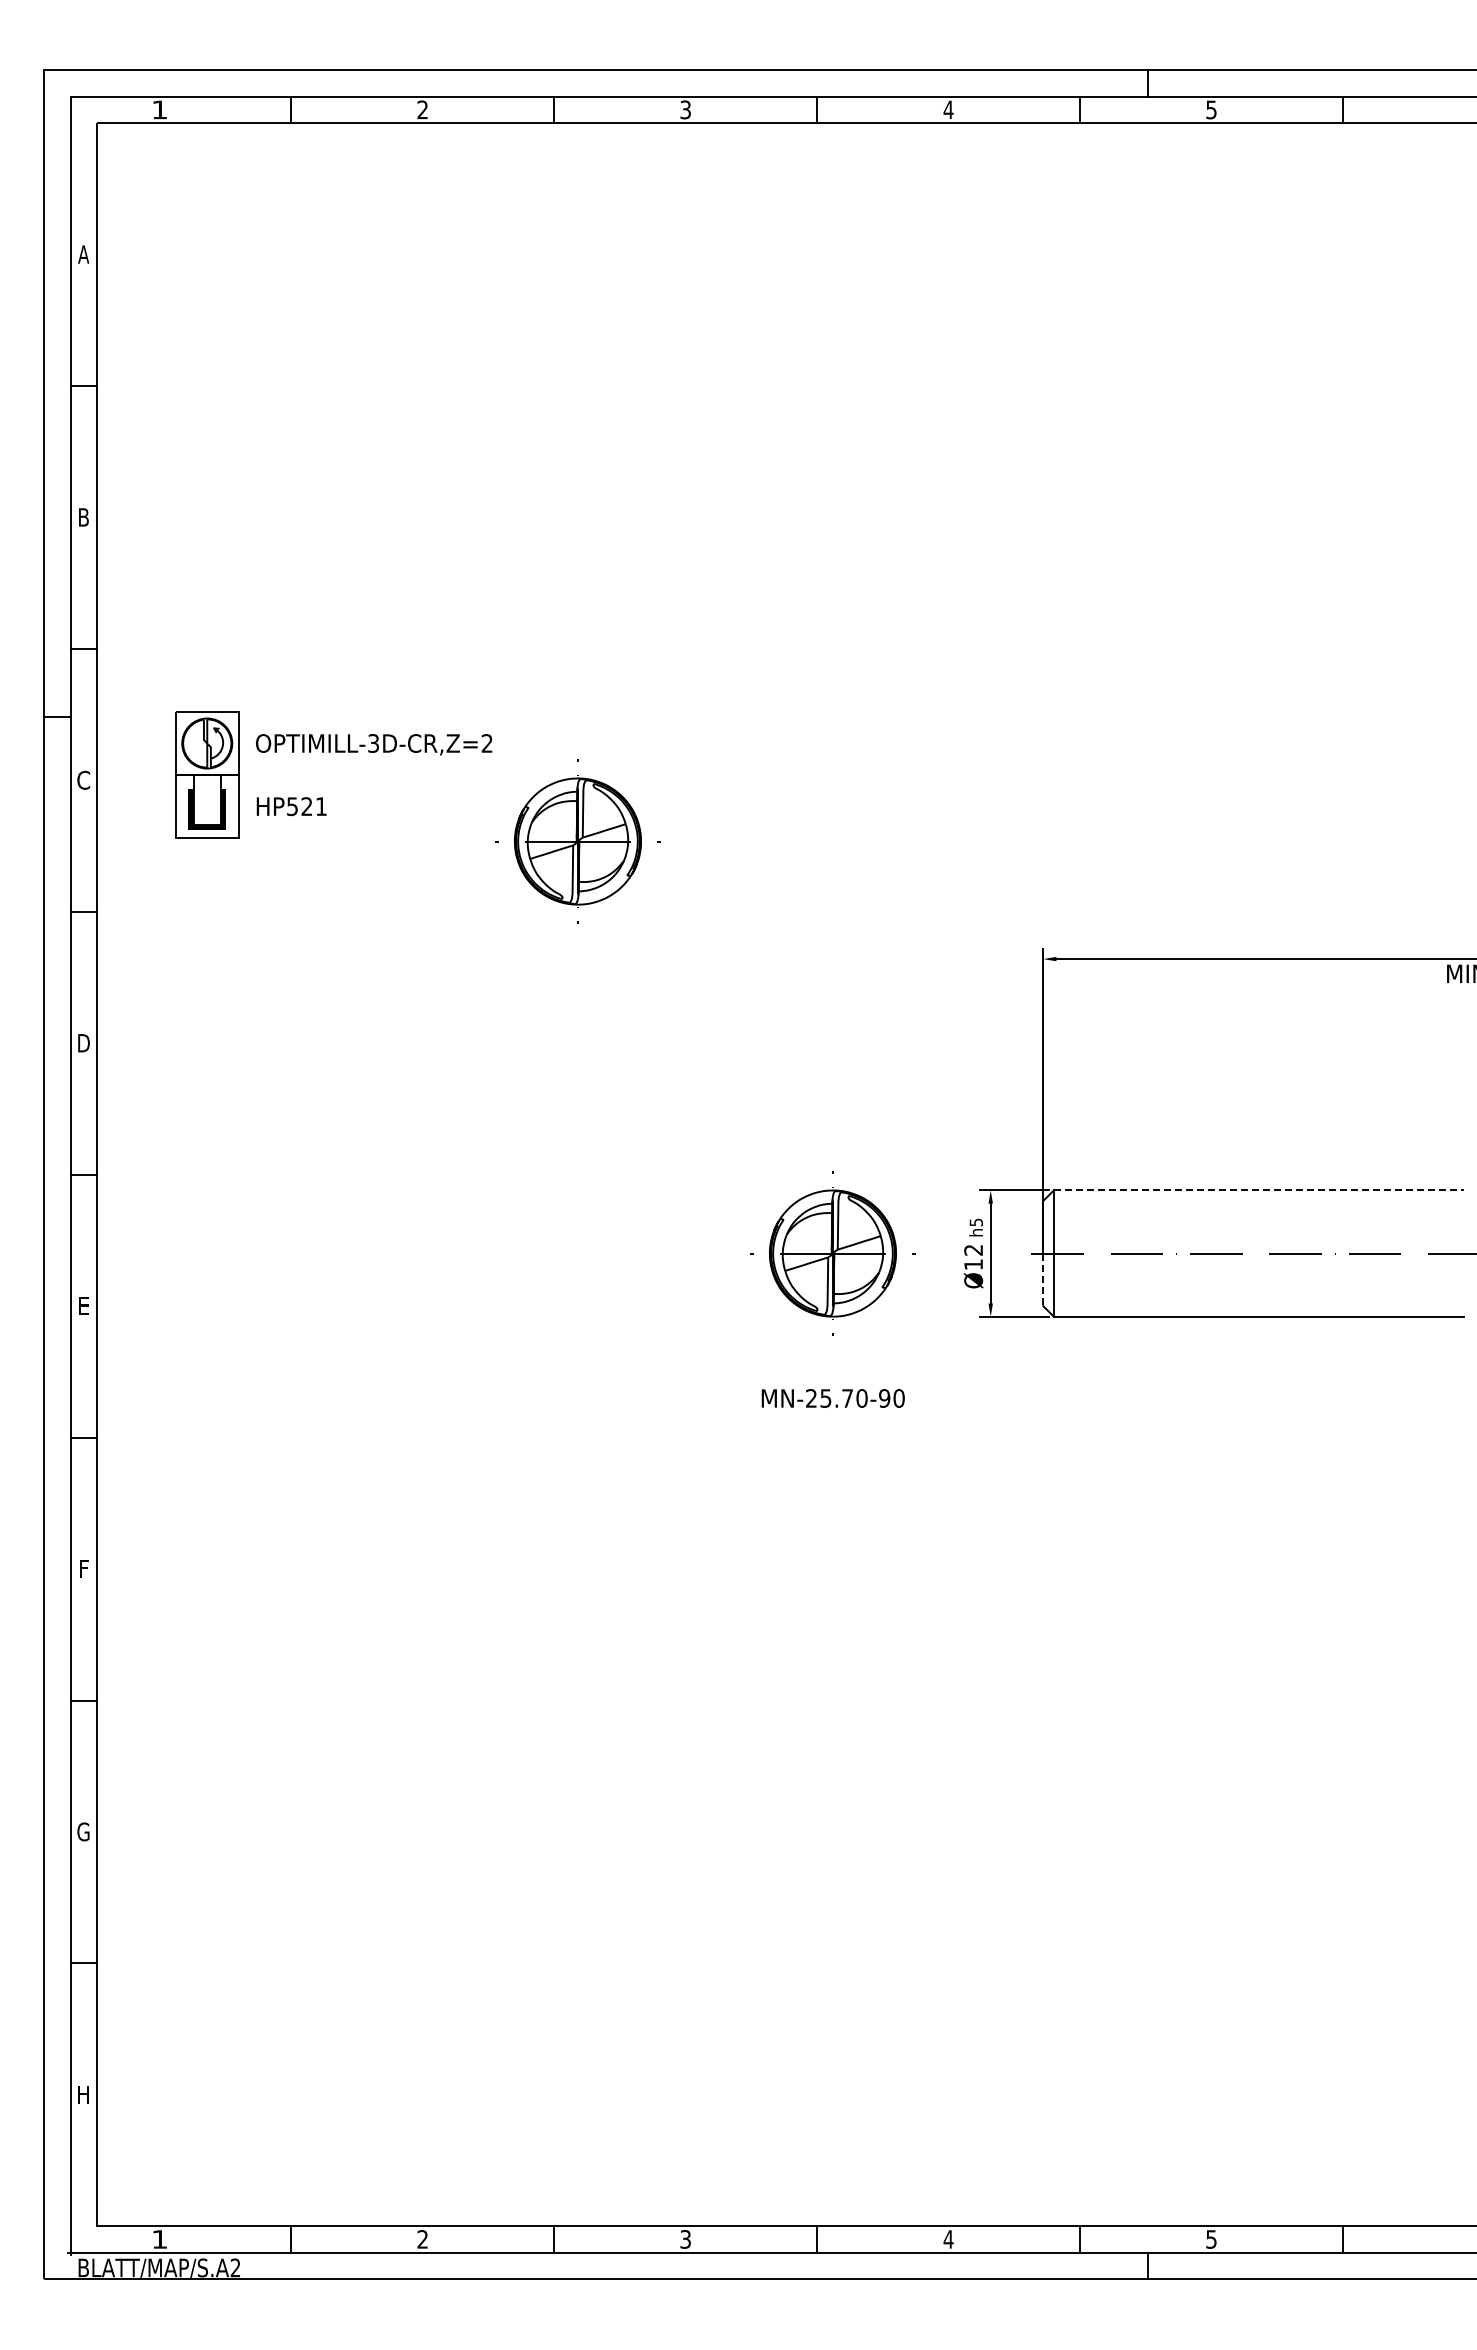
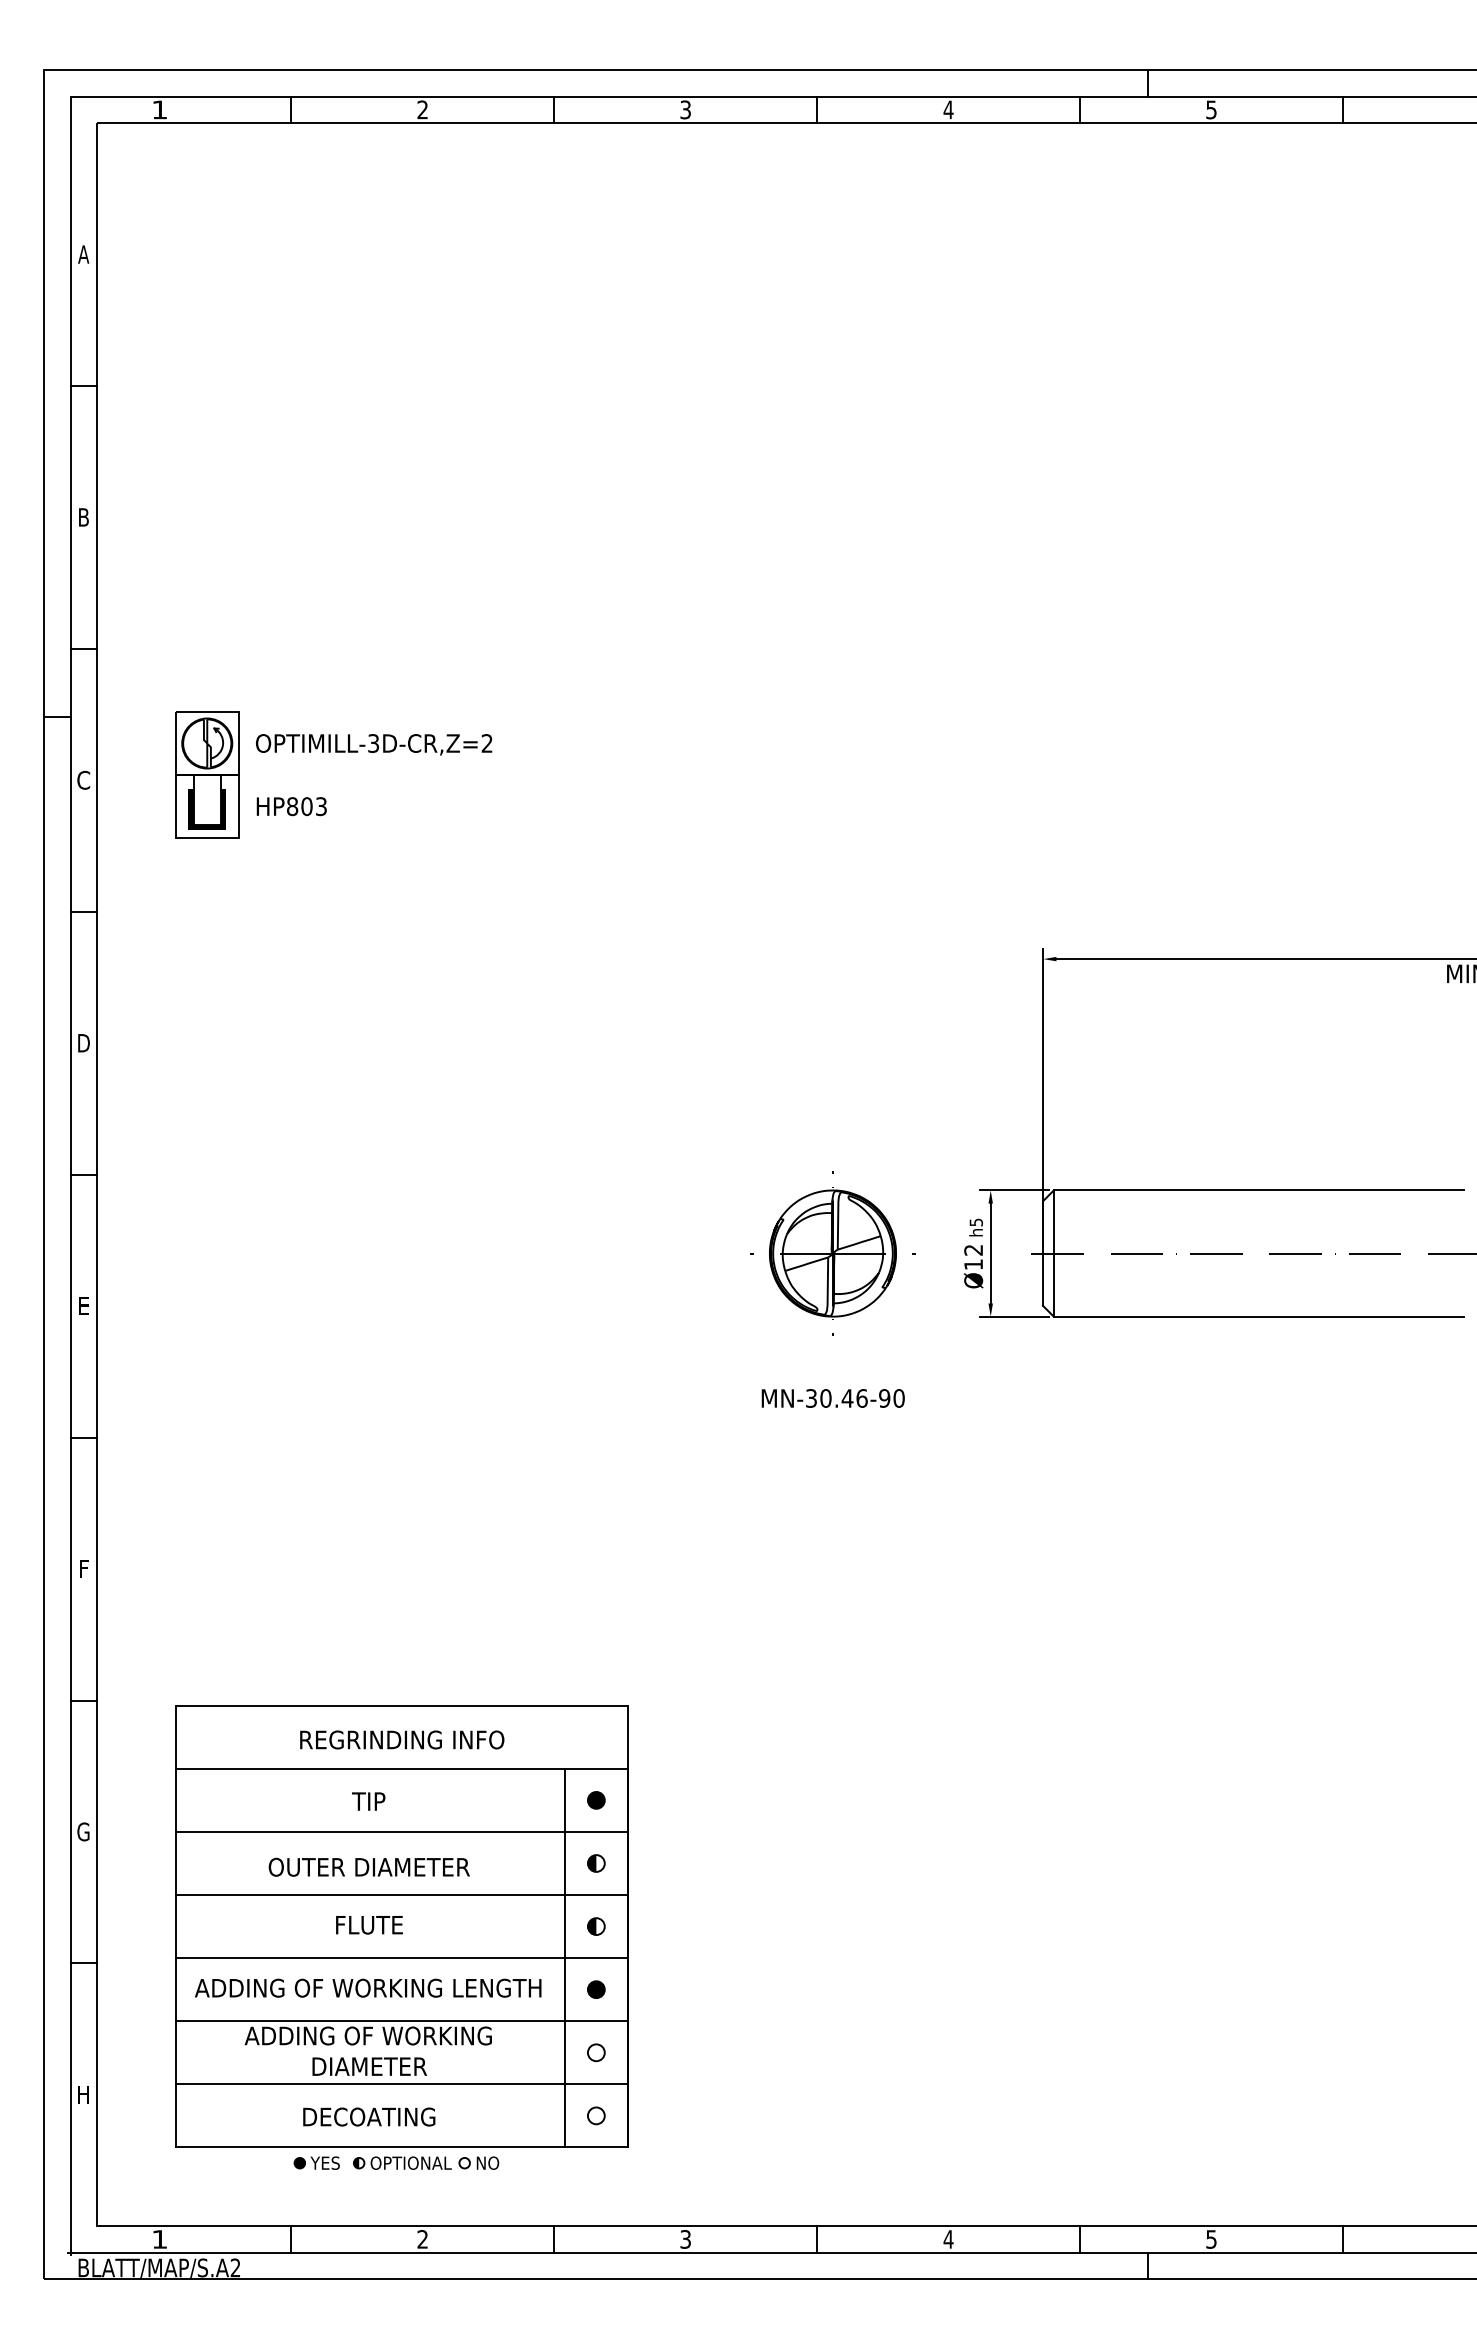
text at (306, 806): HP521 -> HP803
part at (577, 841): present -> none
line at (1259, 1190): dashed -> solid
line at (1043, 1280): dashed -> solid
text at (836, 1398): MN-25.70-90 -> MN-30.46-90
part at (401, 1937): none -> present
